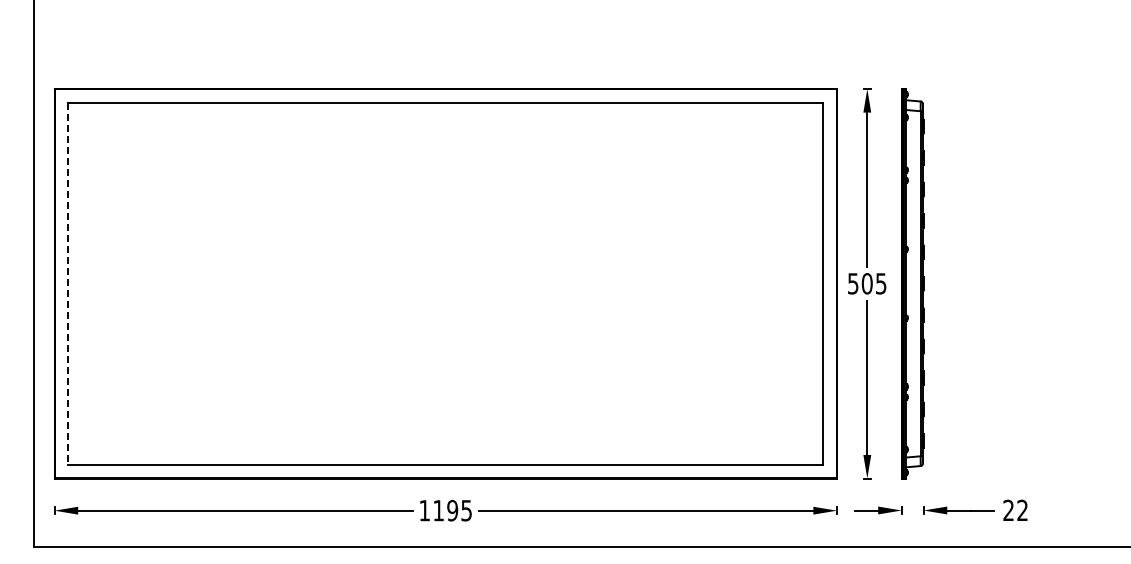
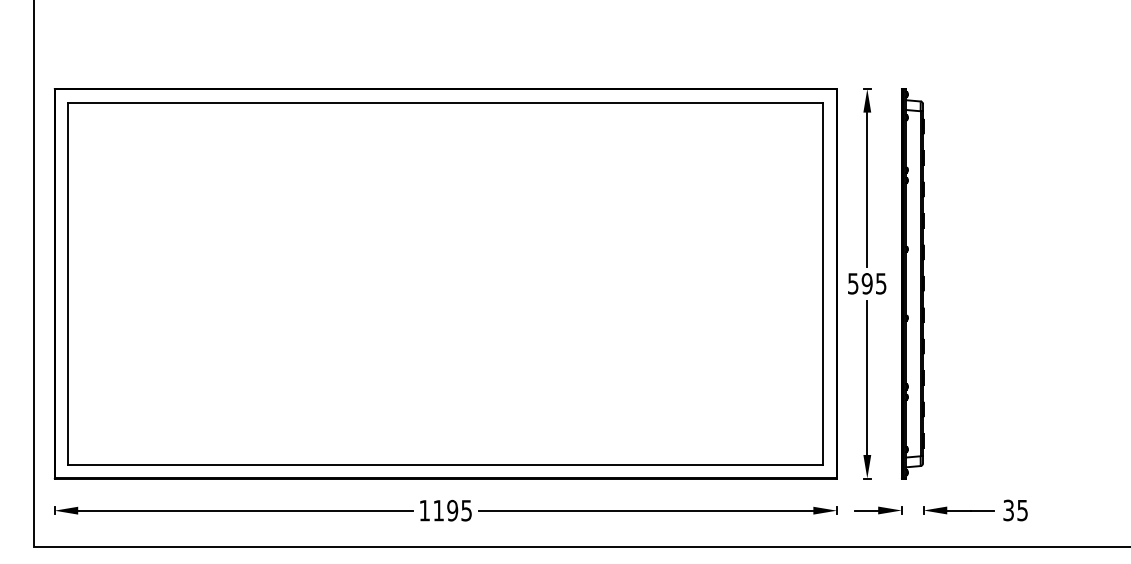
text at (866, 283): 505 -> 595
line at (68, 284): dashed -> solid
text at (1015, 510): 22 -> 35
